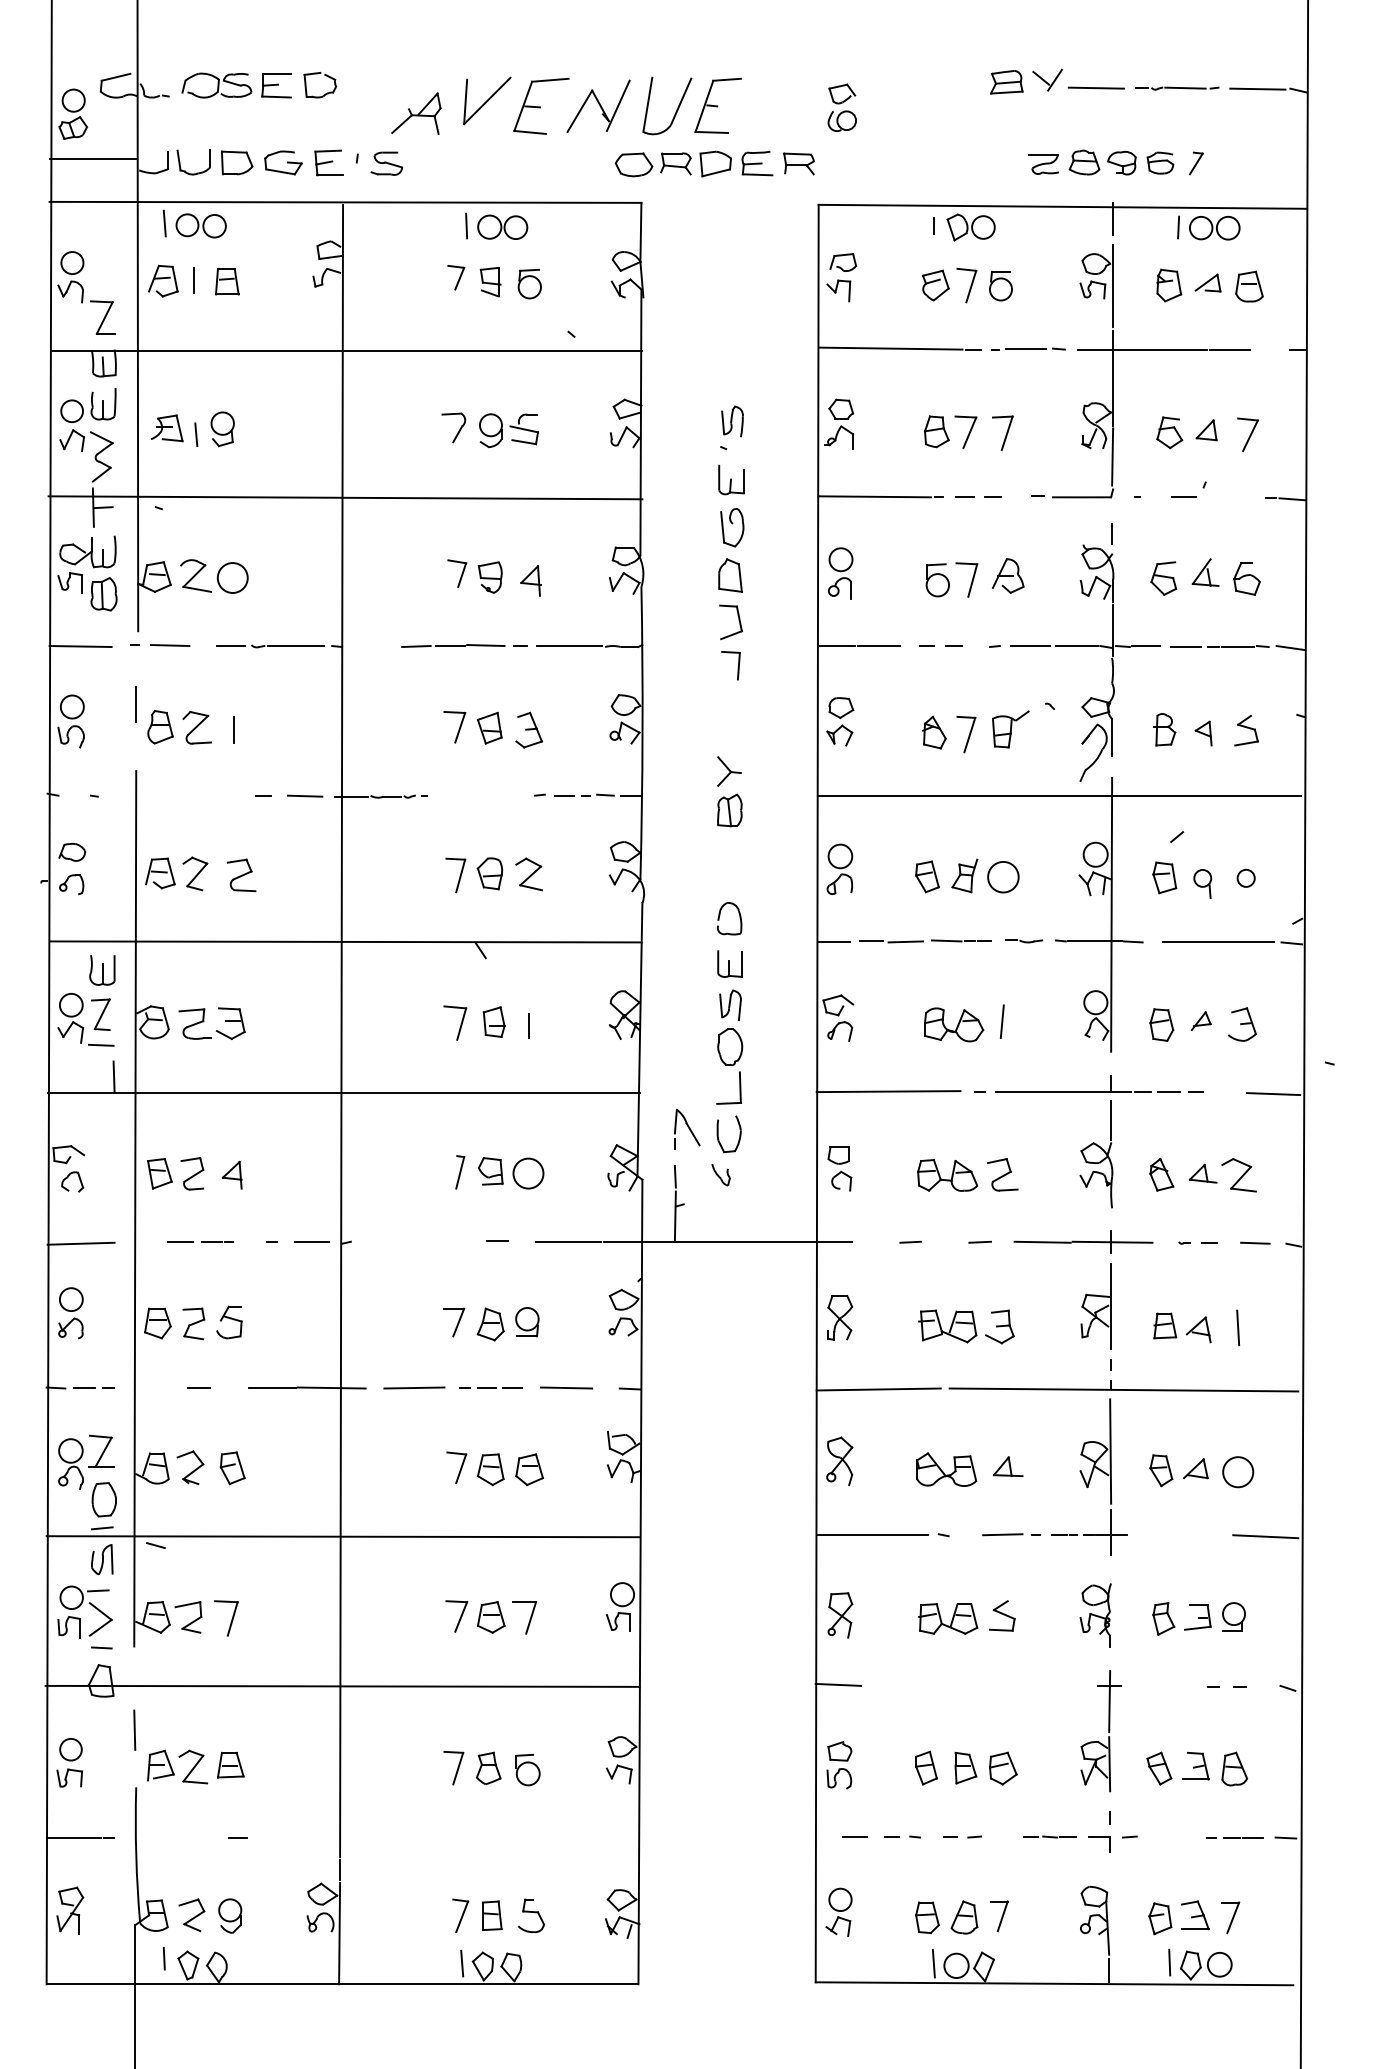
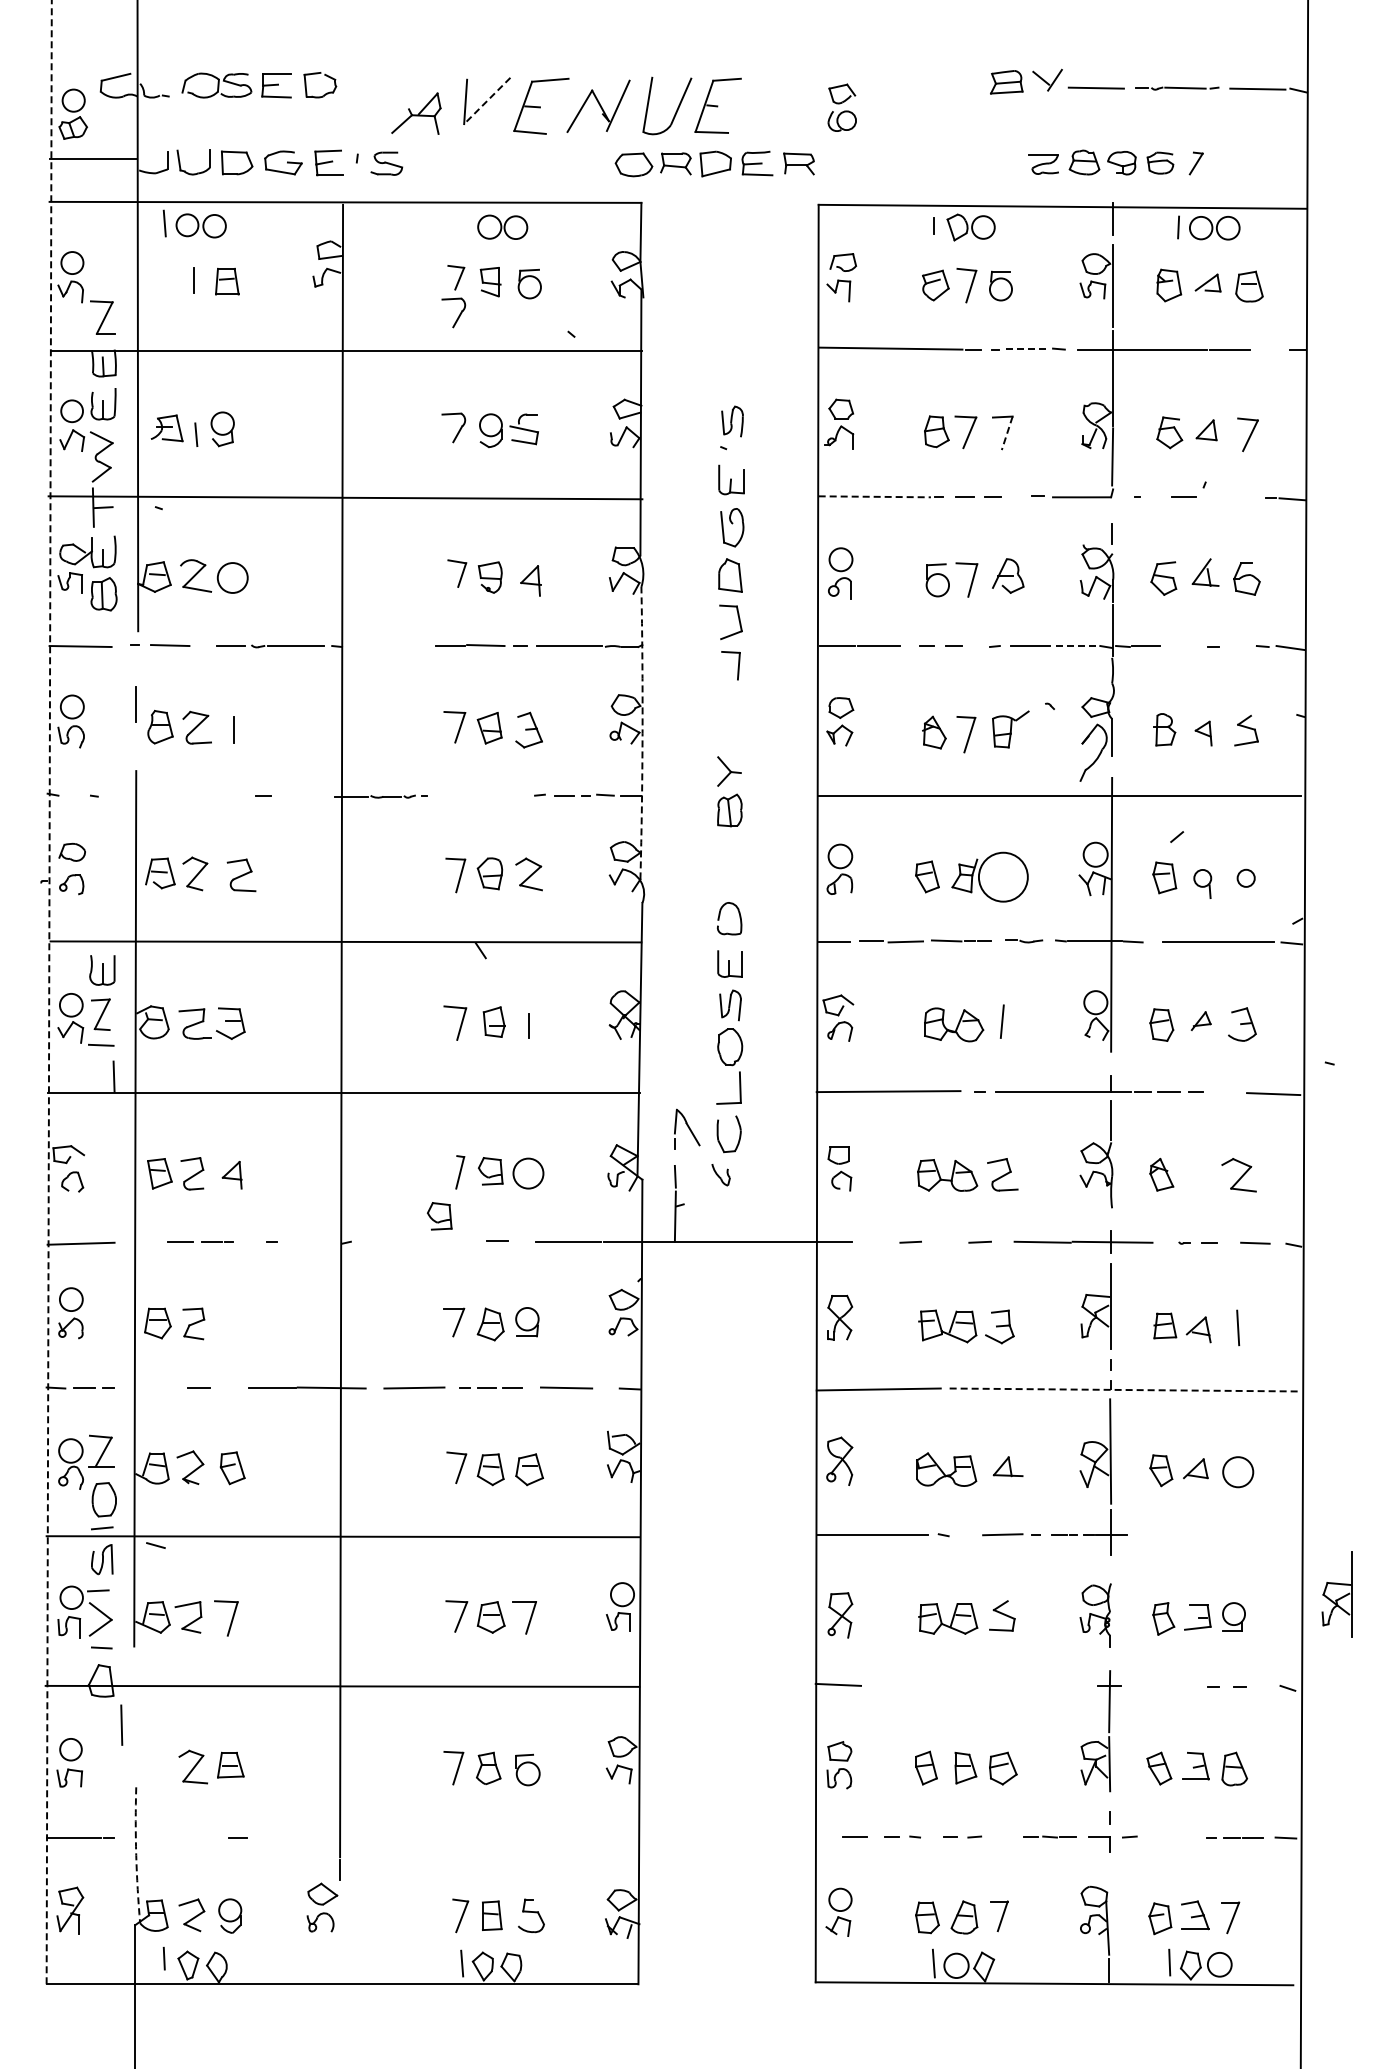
line at (487, 100): solid -> dashed
line at (466, 225): present -> none
part at (163, 280): present -> none
part at (453, 312): none -> present
line at (1026, 348): solid -> dashed
line at (1007, 433): solid -> dashed
line at (875, 496): solid -> dashed
line at (416, 646): present -> none
line at (1077, 646): solid -> dashed
line at (1185, 647): present -> none
line at (1237, 647): present -> none
arc at (642, 733): solid -> dashed
line at (304, 795): present -> none
circle at (1003, 876) diameter: 31 px -> 49 px
line at (49, 992): solid -> dashed
part at (1202, 1173): present -> none
part at (439, 1216): none -> present
line at (311, 1241): present -> none
part at (229, 1322): present -> none
line at (1124, 1389): solid -> dashed
line at (1265, 1536): present -> none
part at (1336, 1594): none -> present
line at (134, 1729) position: (134, 1729) -> (121, 1724)
part at (160, 1765): present -> none
arc at (136, 1855): solid -> dashed
line at (339, 1933): present -> none
